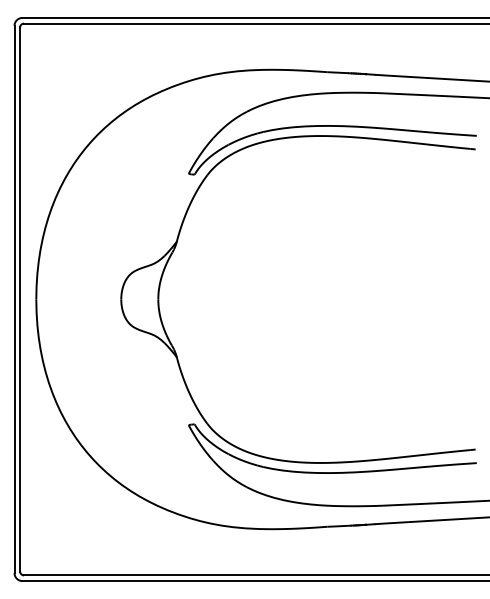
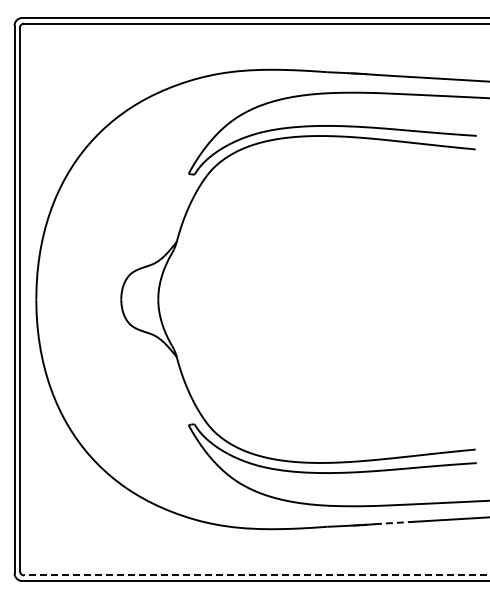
line at (392, 523): solid -> dashed
line at (256, 575): solid -> dashed
